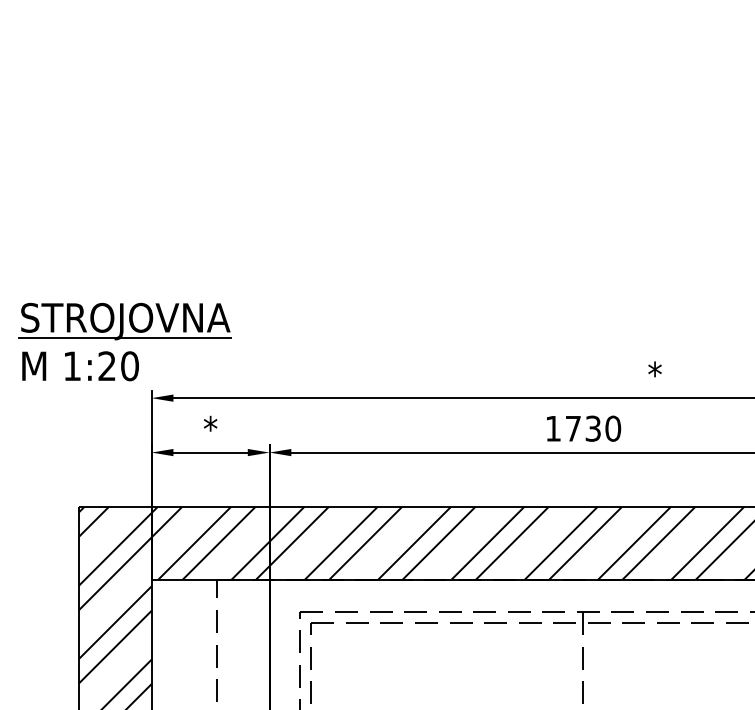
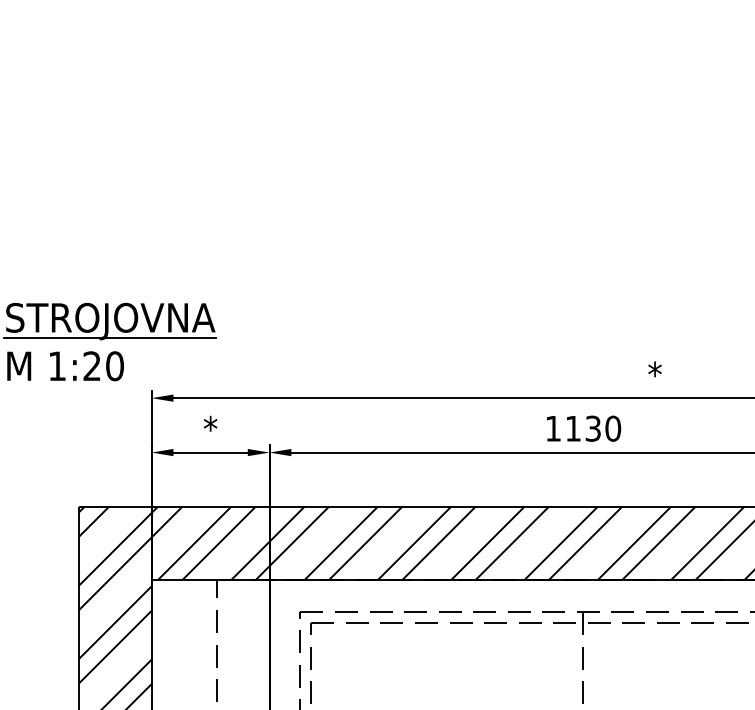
part at (124, 341) position: (124, 341) -> (109, 341)
text at (573, 428): 1730 -> 1130
